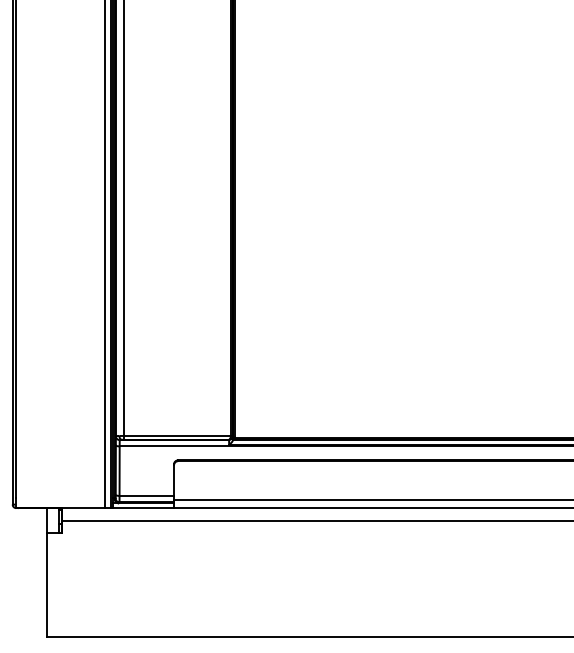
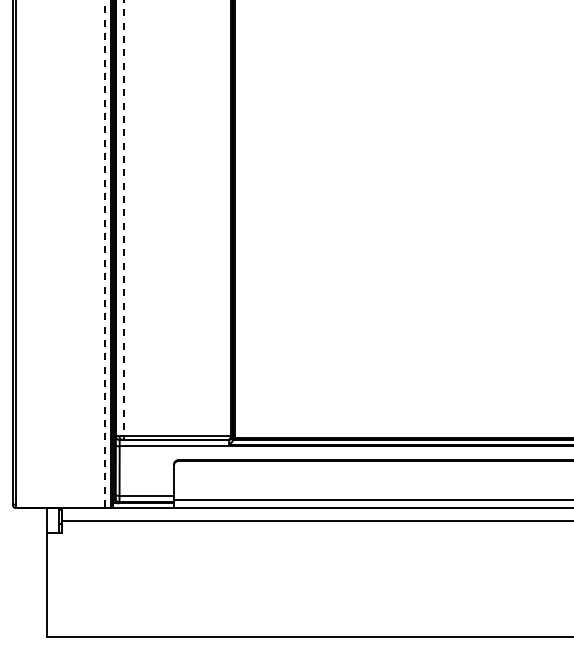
line at (123, 217): solid -> dashed
line at (104, 254): solid -> dashed
